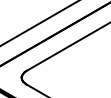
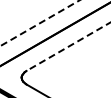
line at (39, 23): solid -> dashed
line at (68, 46): solid -> dashed
